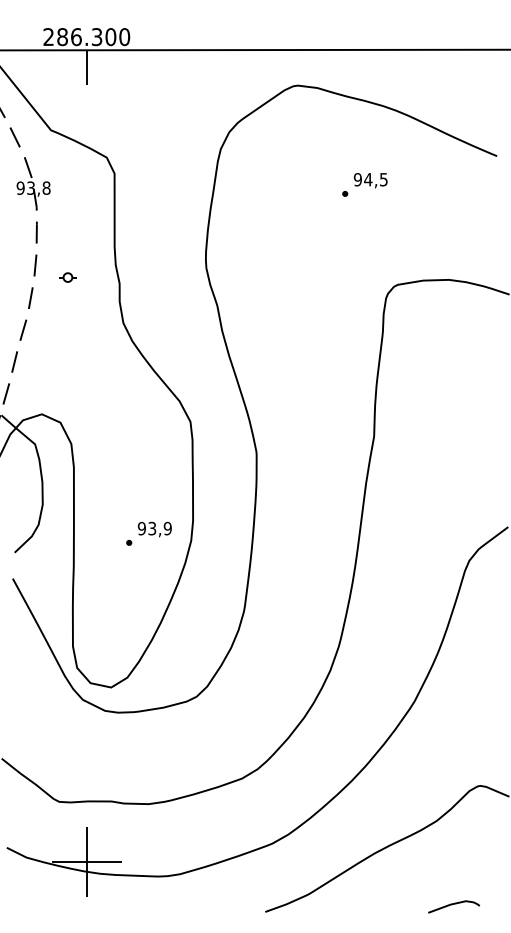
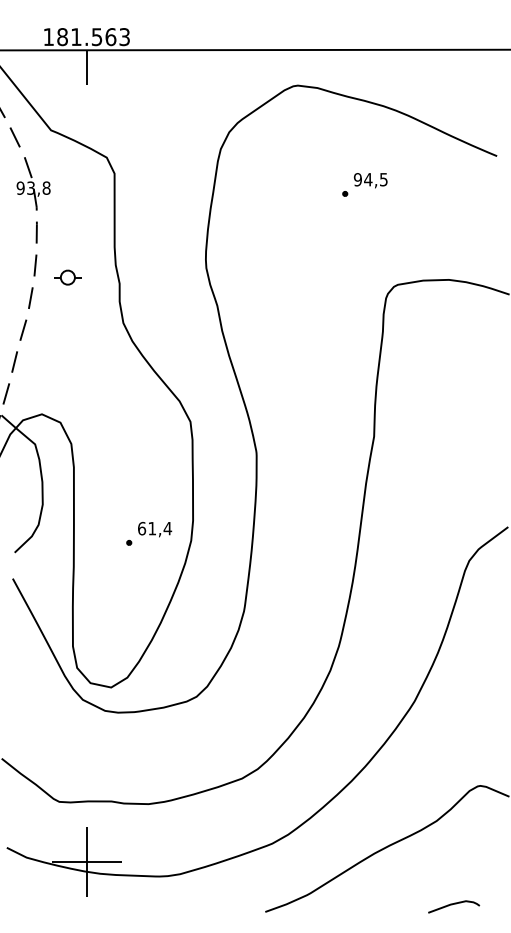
text at (86, 37): 286.300 -> 181.563
part at (67, 277) size: 18x11 px -> 28x17 px
text at (154, 528): 93,9 -> 61,4
